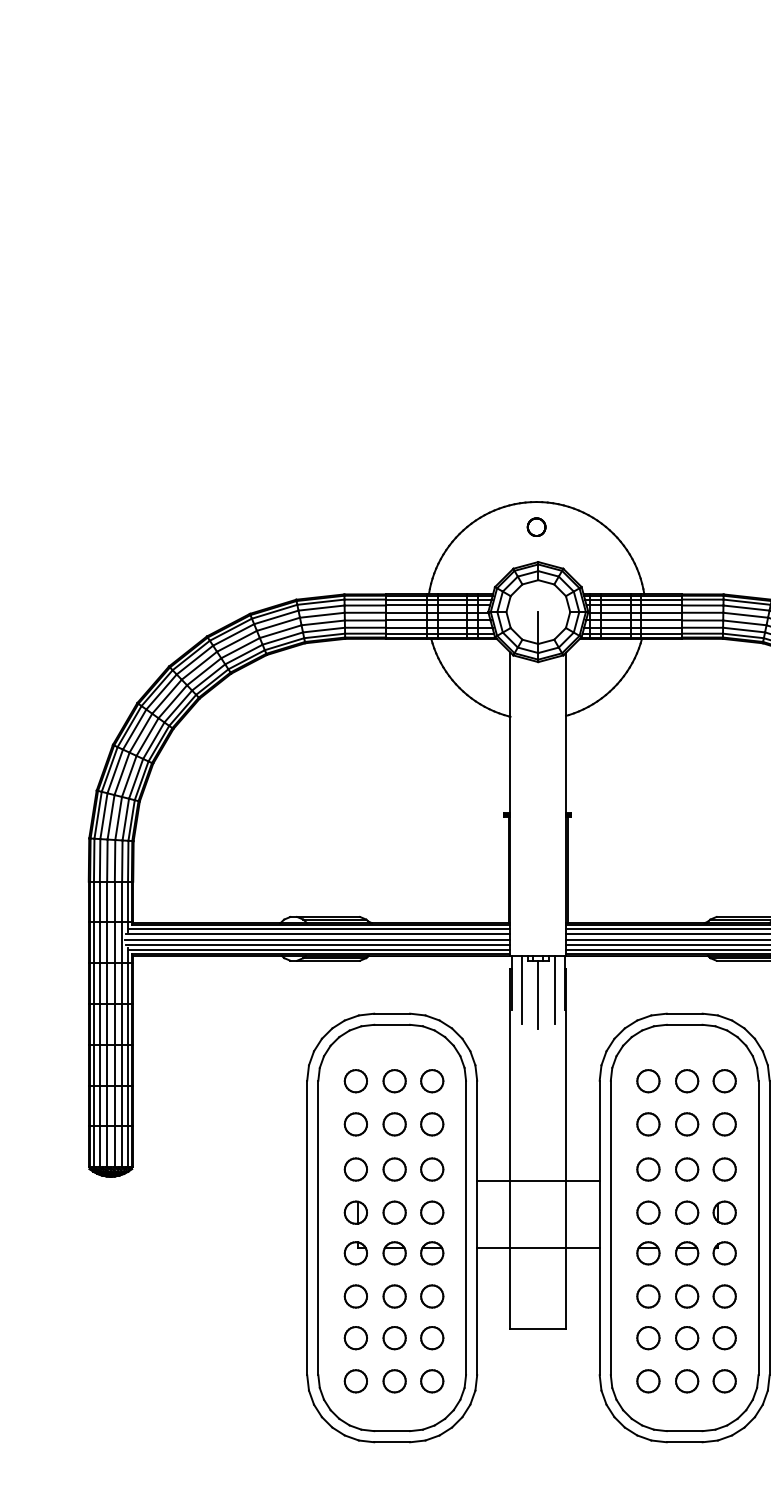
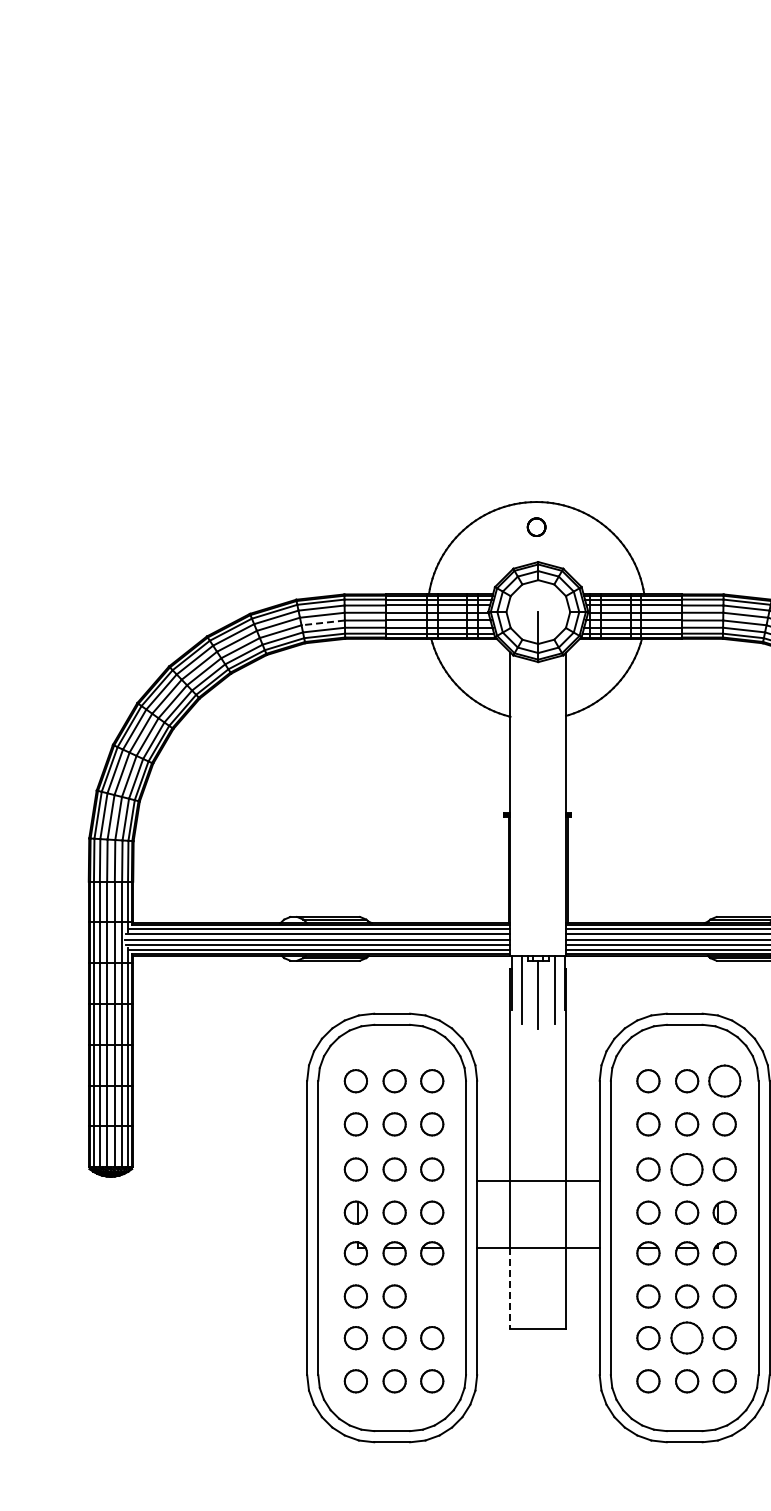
line at (323, 622): solid -> dashed
part at (724, 1081) size: 25x25 px -> 34x34 px
part at (687, 1169) size: 25x25 px -> 34x34 px
line at (510, 1288): solid -> dashed
part at (432, 1296): present -> none
part at (687, 1338) size: 25x25 px -> 34x34 px
